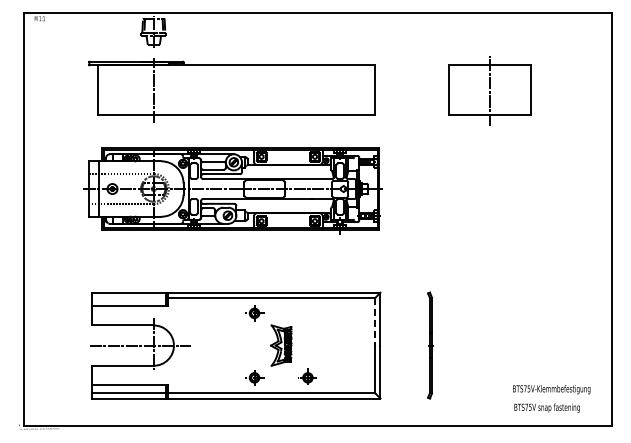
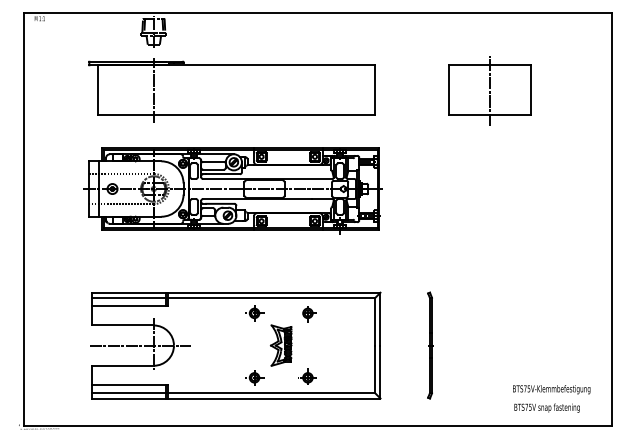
line at (128, 297): none -> present
part at (309, 314): none -> present
line at (375, 321): dashed -> solid
